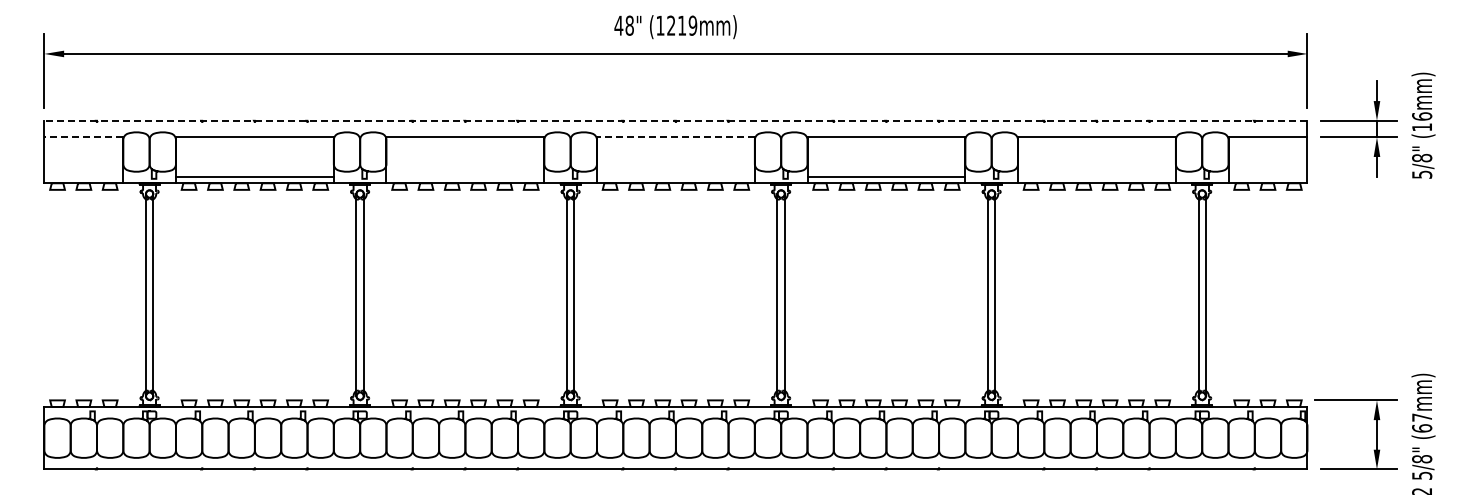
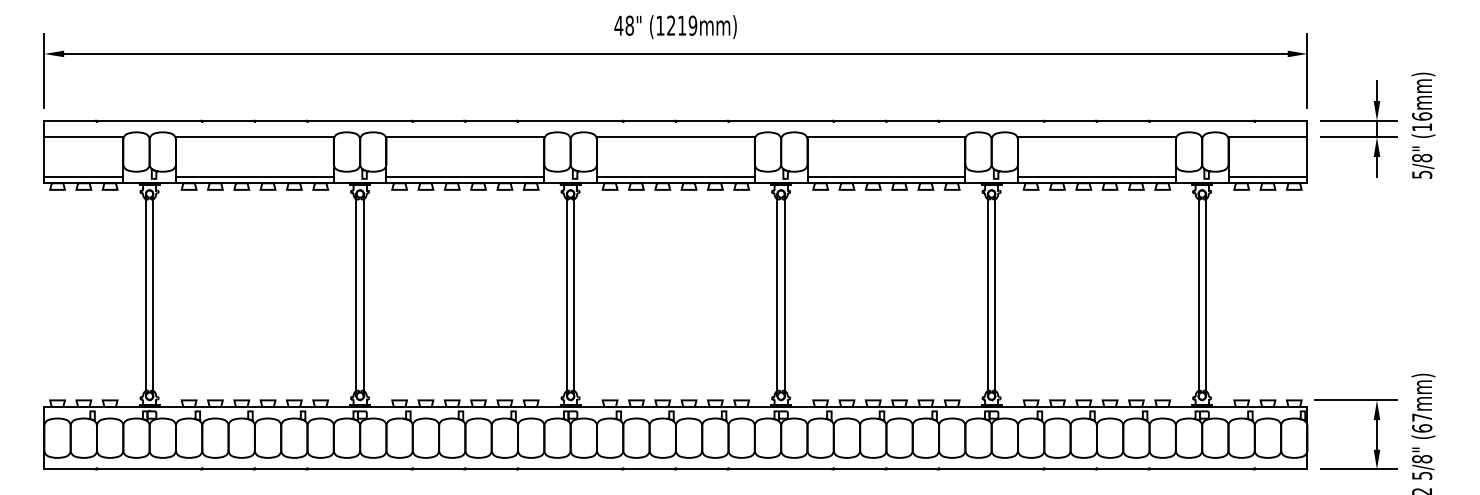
line at (675, 120): dashed -> solid
line at (83, 137): dashed -> solid
line at (675, 137): dashed -> solid
line at (83, 176): none -> present
line at (465, 176): none -> present
line at (675, 176): none -> present
line at (1096, 176): none -> present
line at (1267, 176): none -> present
